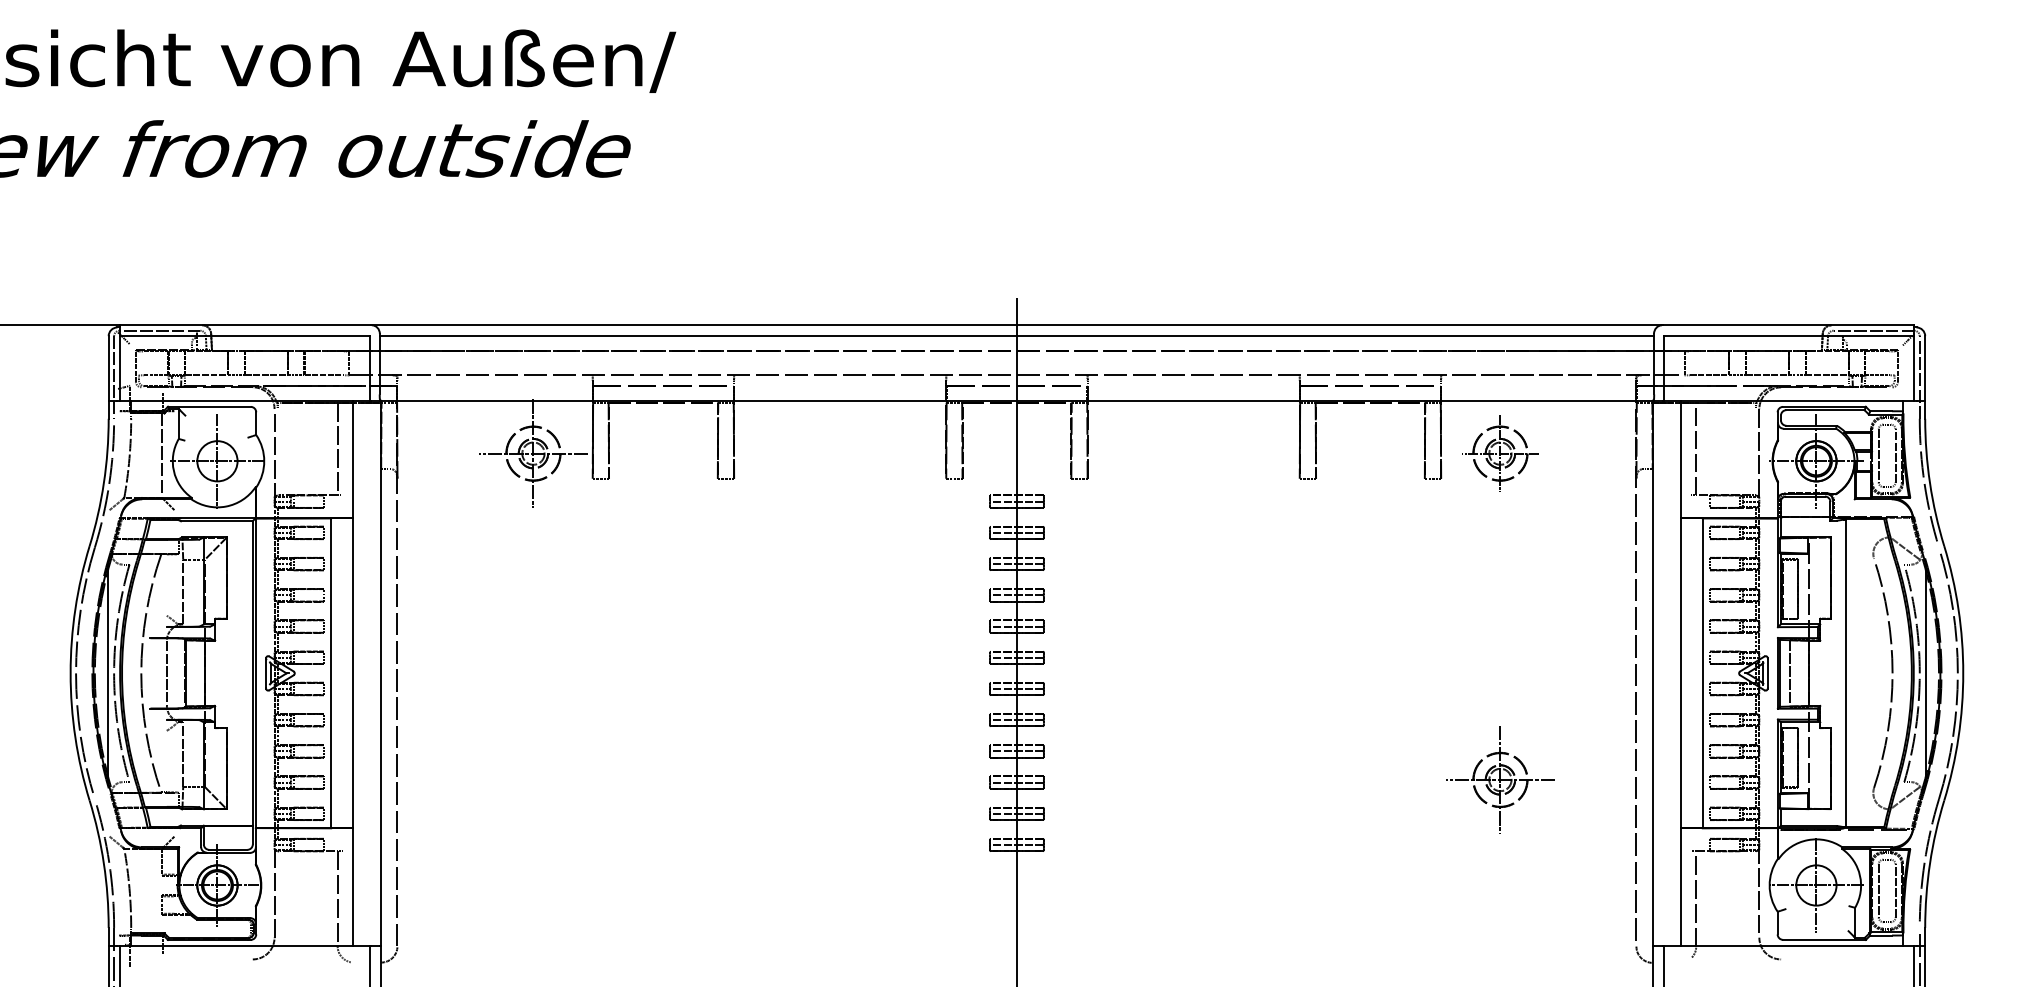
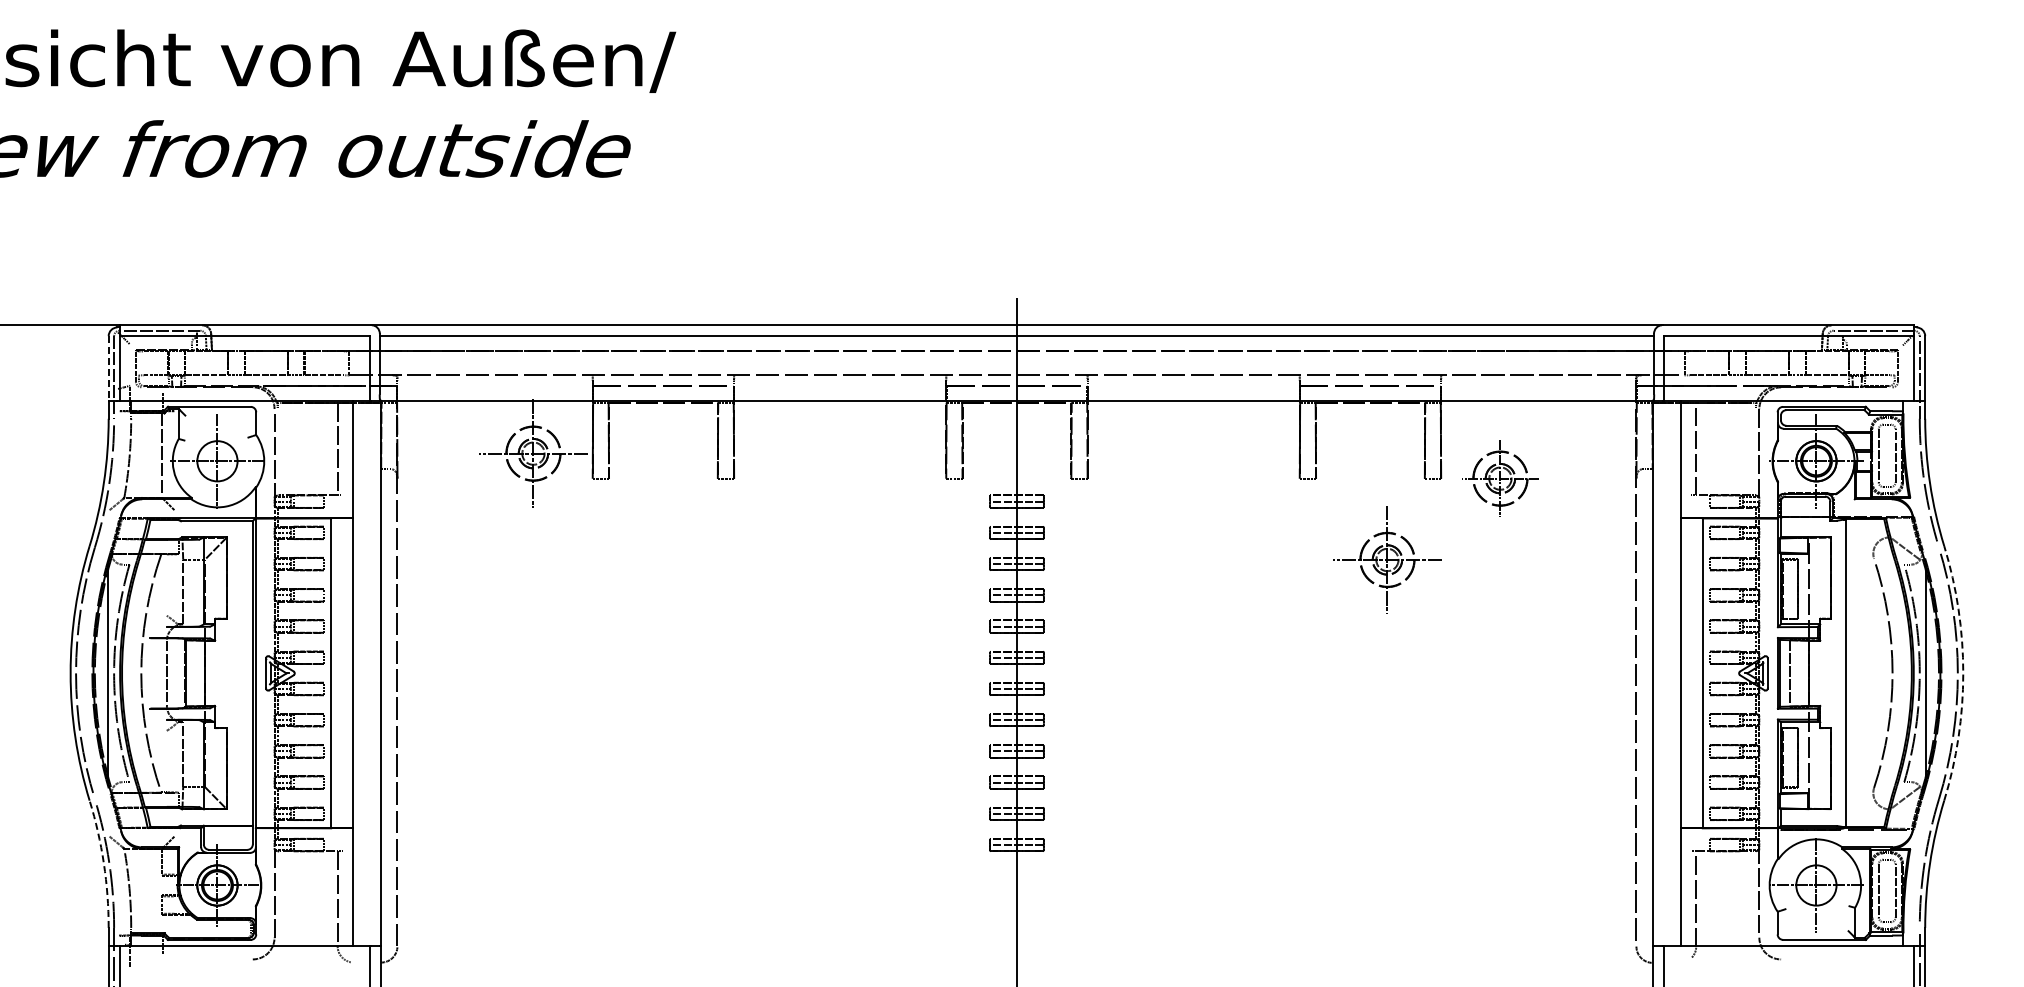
line at (108, 369): solid -> dashed
part at (1500, 453) position: (1500, 453) -> (1500, 478)
arc at (1963, 673): solid -> dashed
part at (1500, 779) position: (1500, 779) -> (1387, 559)
arc at (103, 863): solid -> dashed
